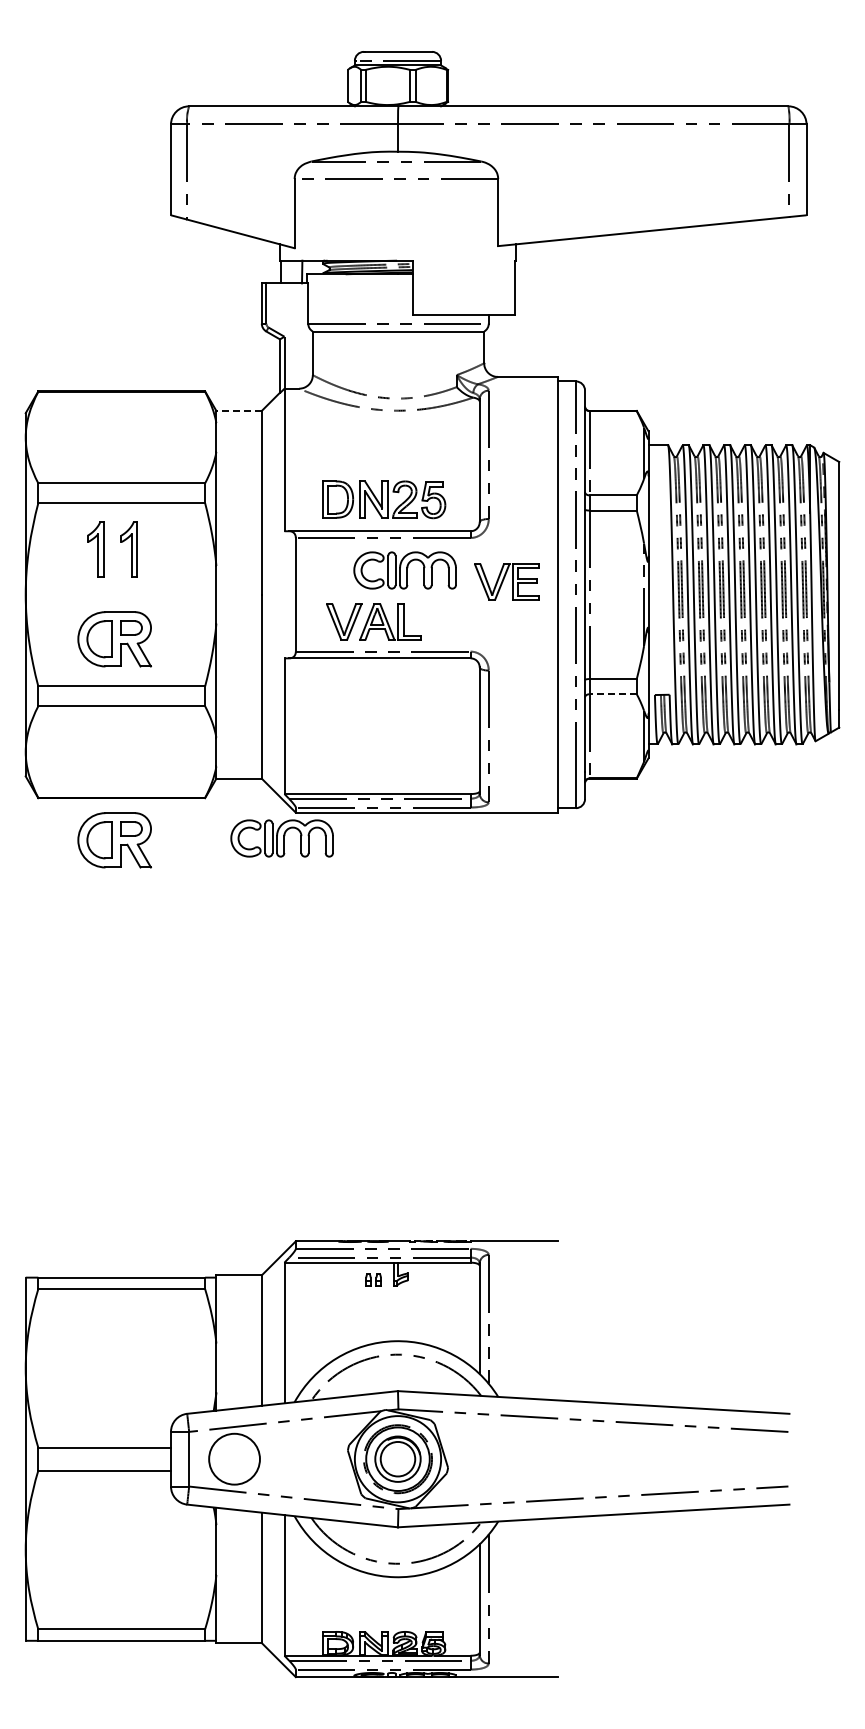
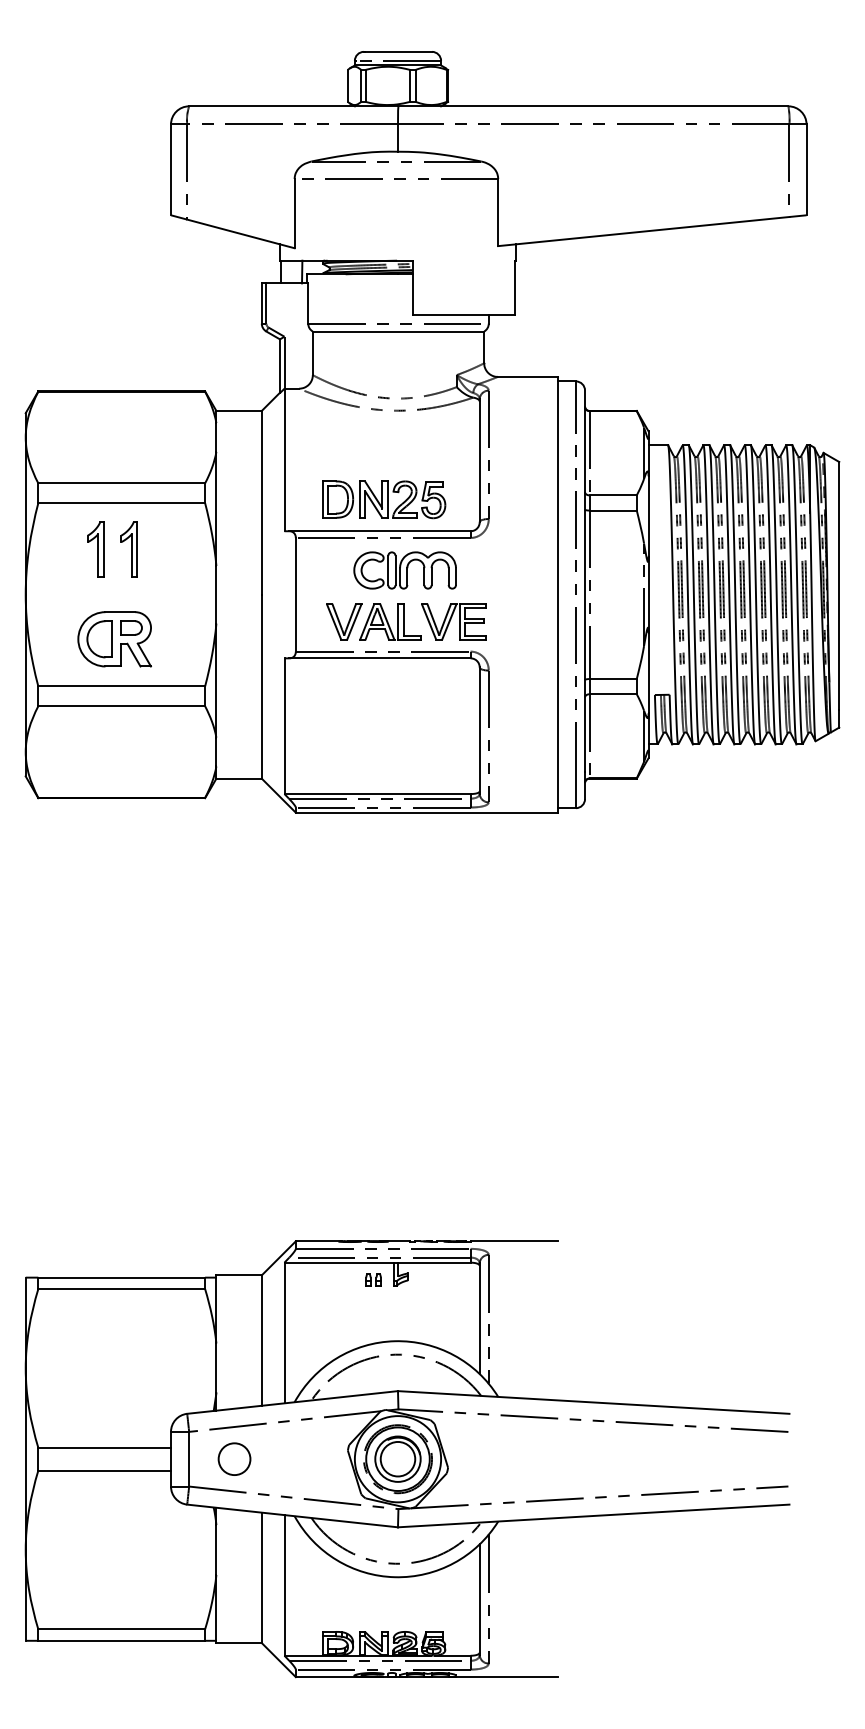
line at (239, 410): dashed -> solid
part at (506, 581) position: (506, 581) -> (453, 621)
line at (613, 694): dashed -> solid
part at (281, 838): present -> none
part at (114, 840): present -> none
circle at (234, 1458) diameter: 51 px -> 32 px
